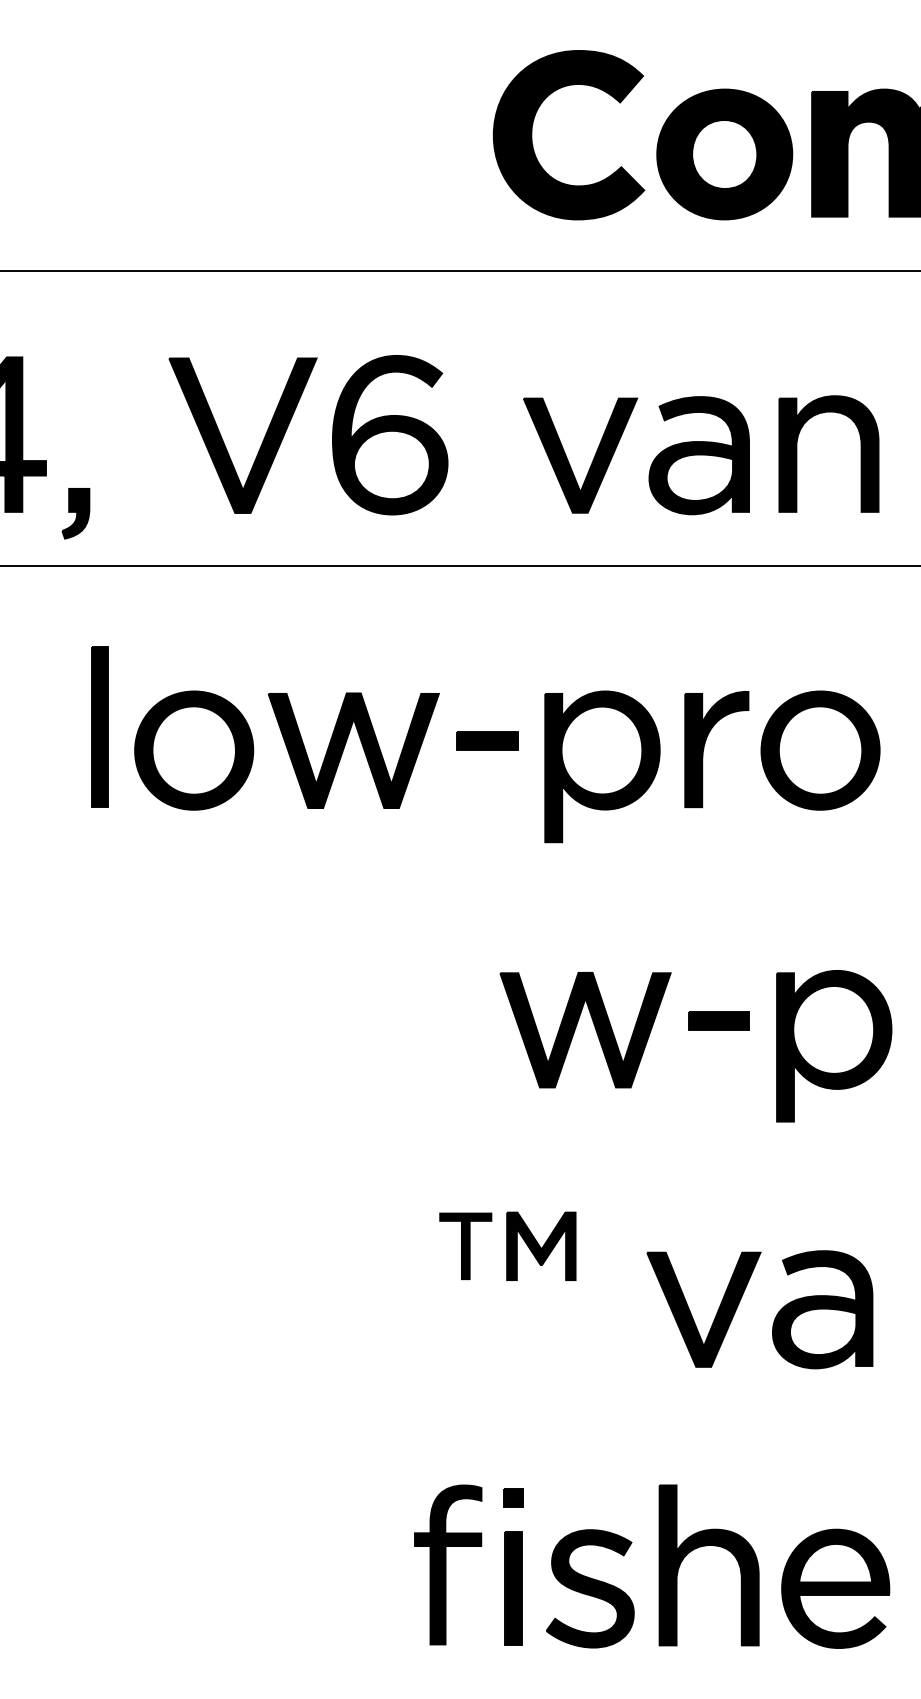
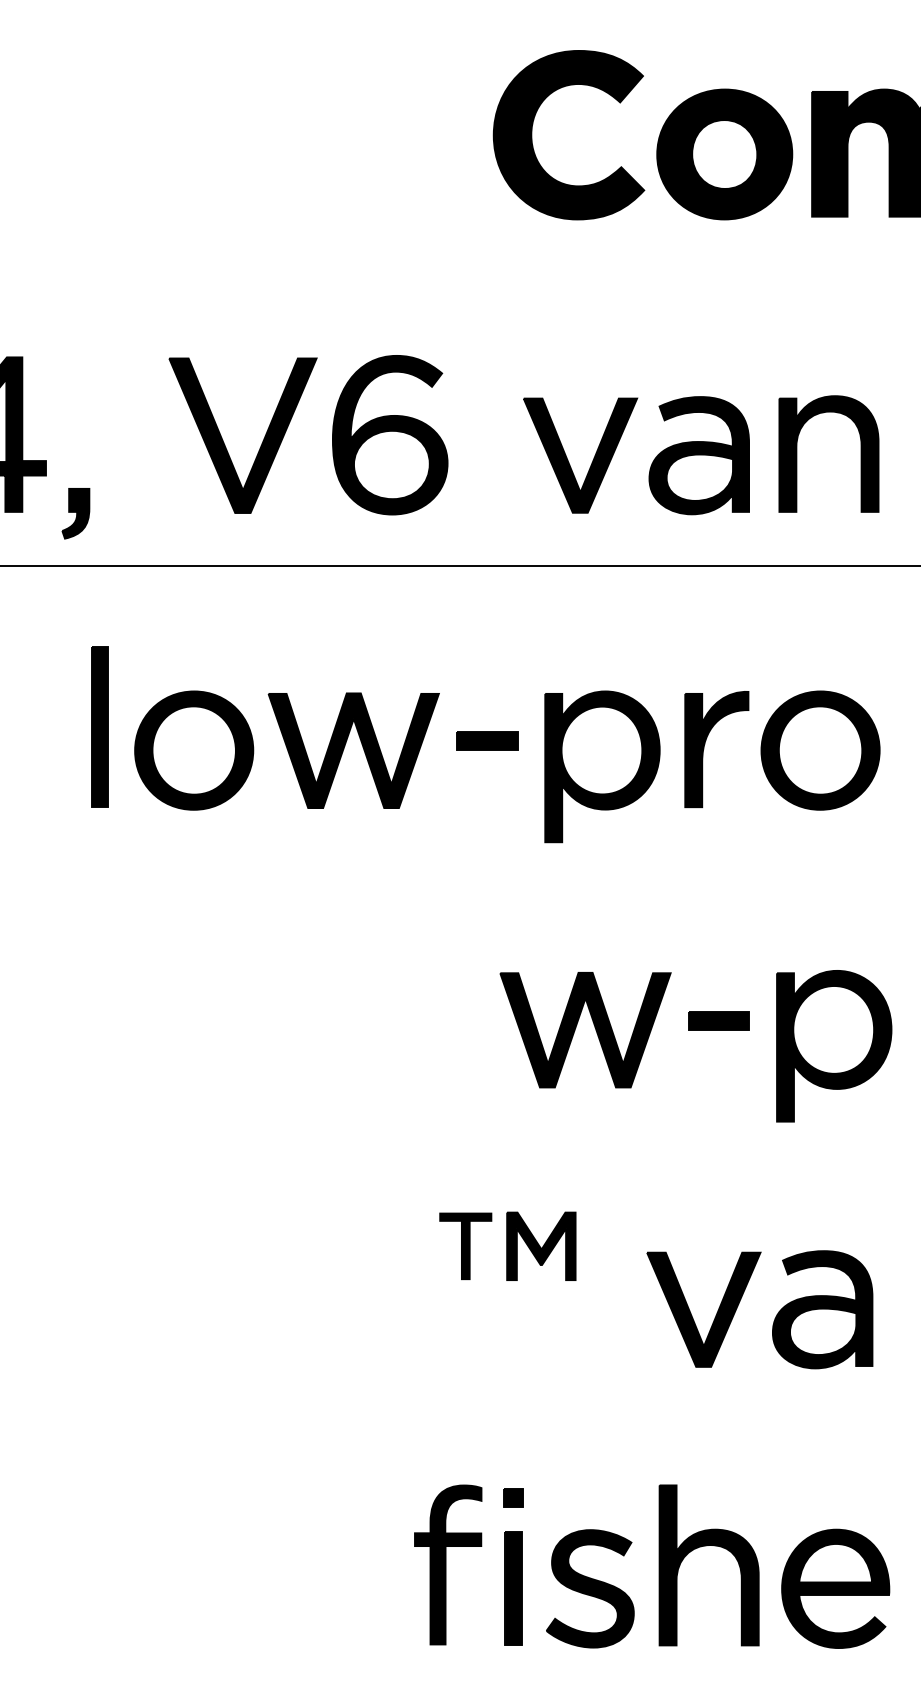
line at (459, 271): present -> none
